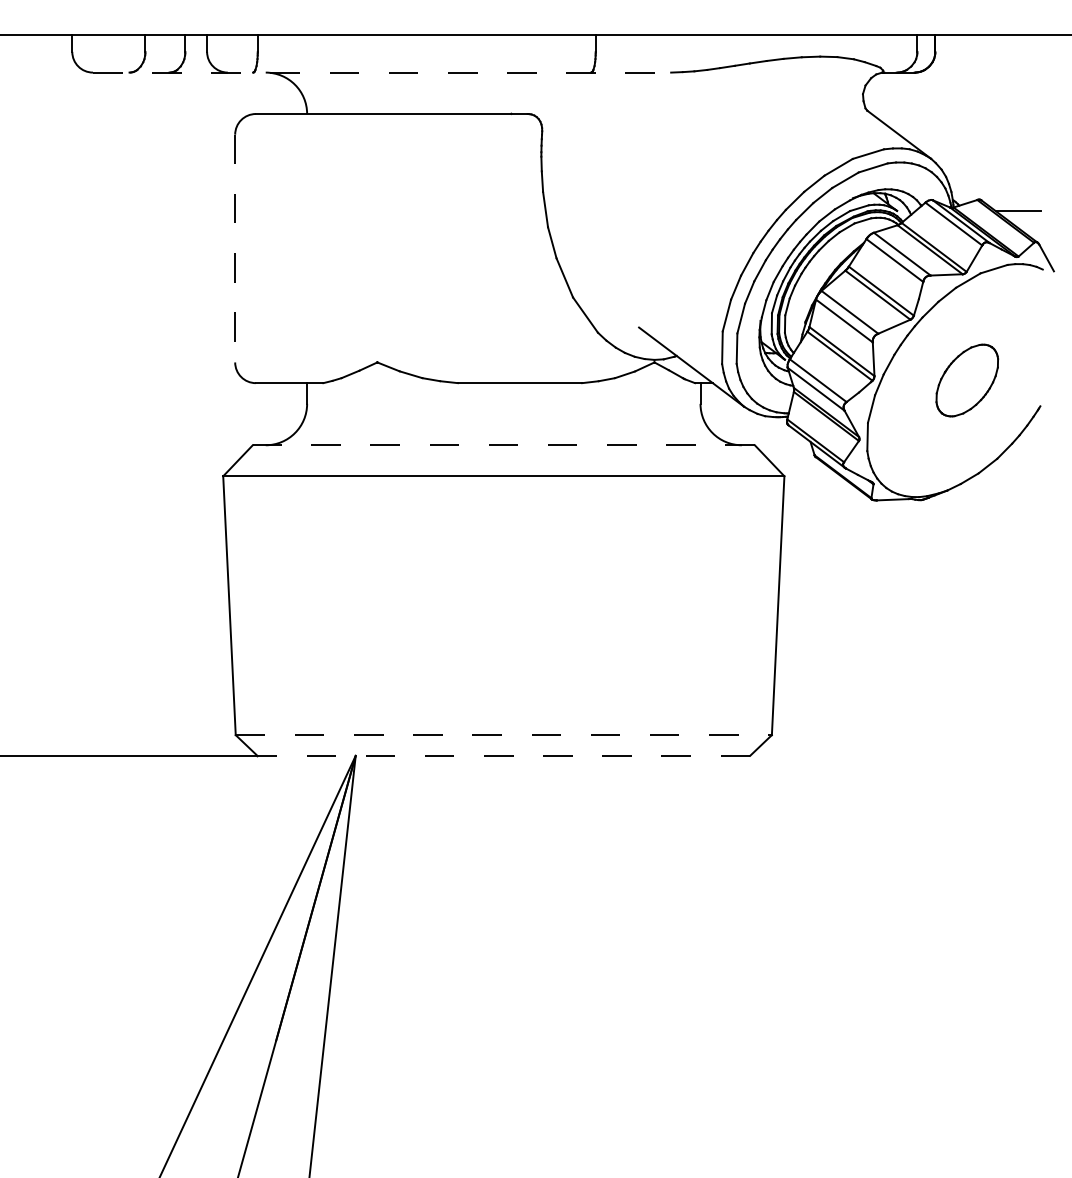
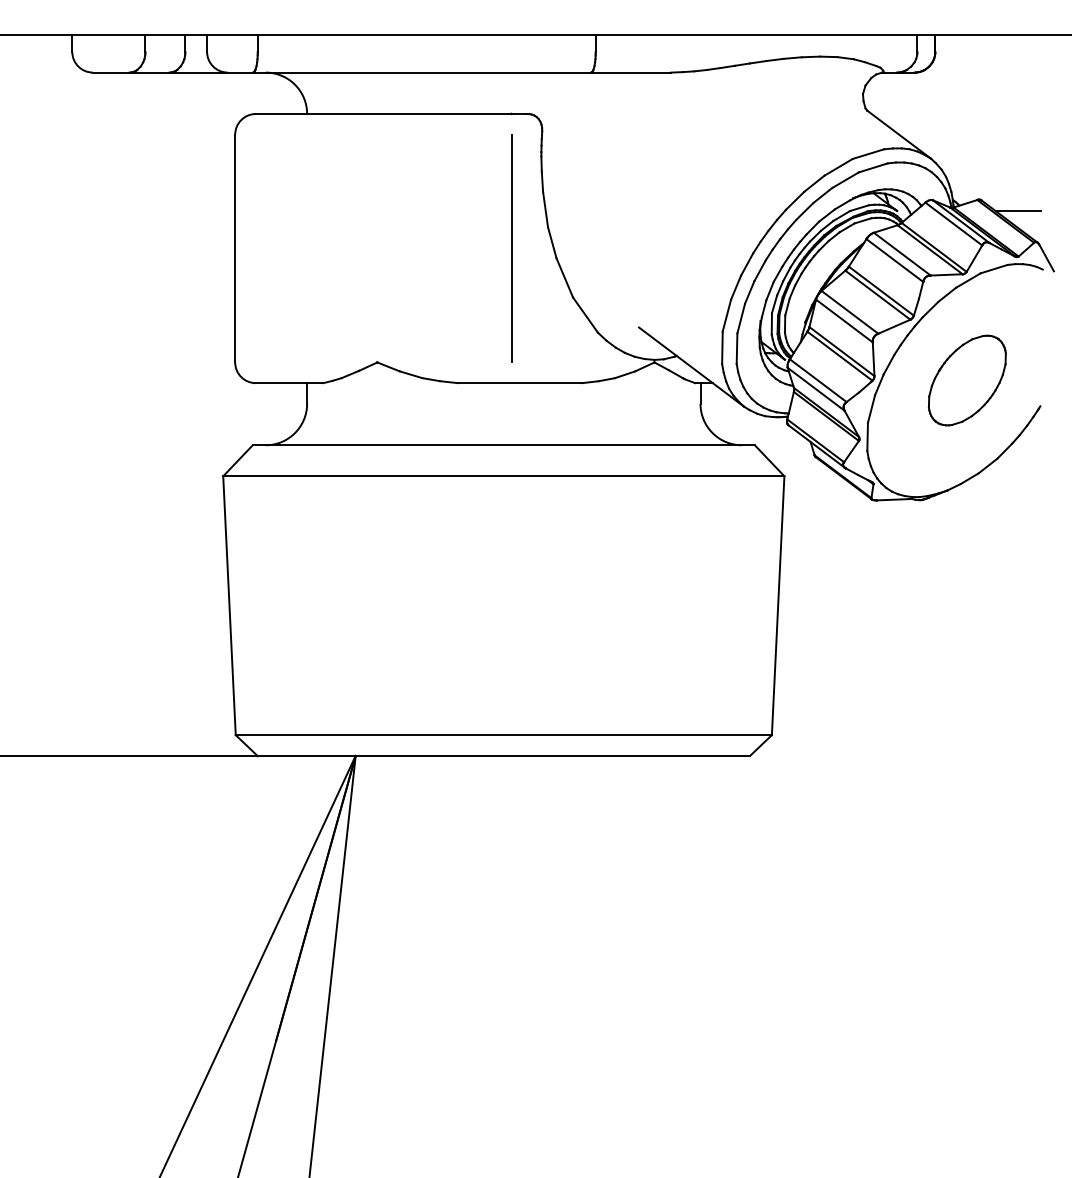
line at (382, 72): dashed -> solid
line at (235, 248): dashed -> solid
line at (512, 248): none -> present
part at (967, 380) size: 65x75 px -> 80x93 px
line at (503, 445): dashed -> solid
line at (504, 735): dashed -> solid
line at (503, 755): dashed -> solid
